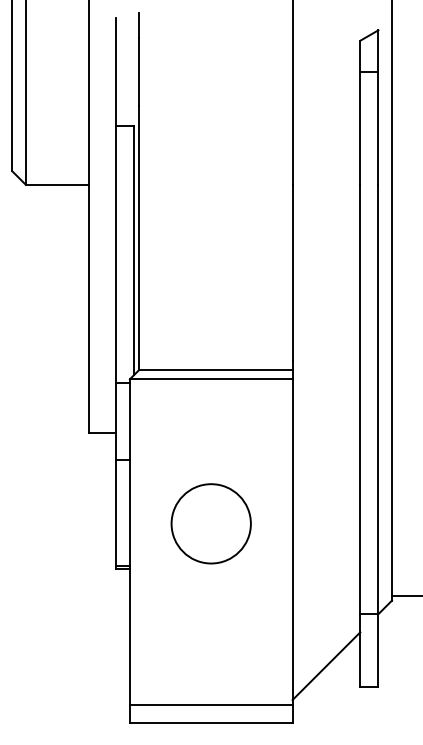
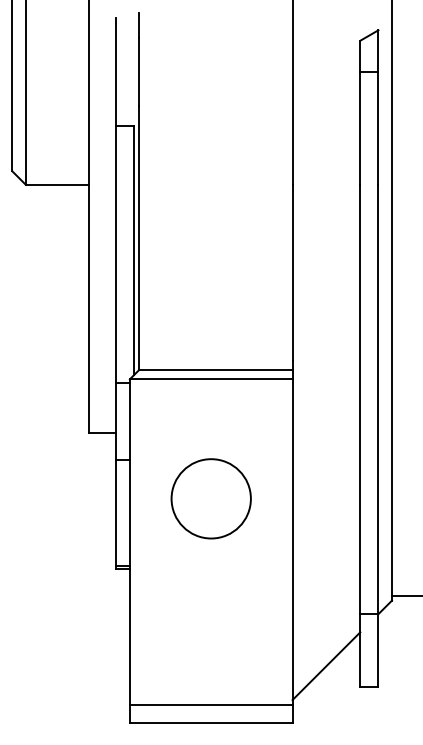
circle at (210, 523) position: (210, 523) -> (210, 498)
